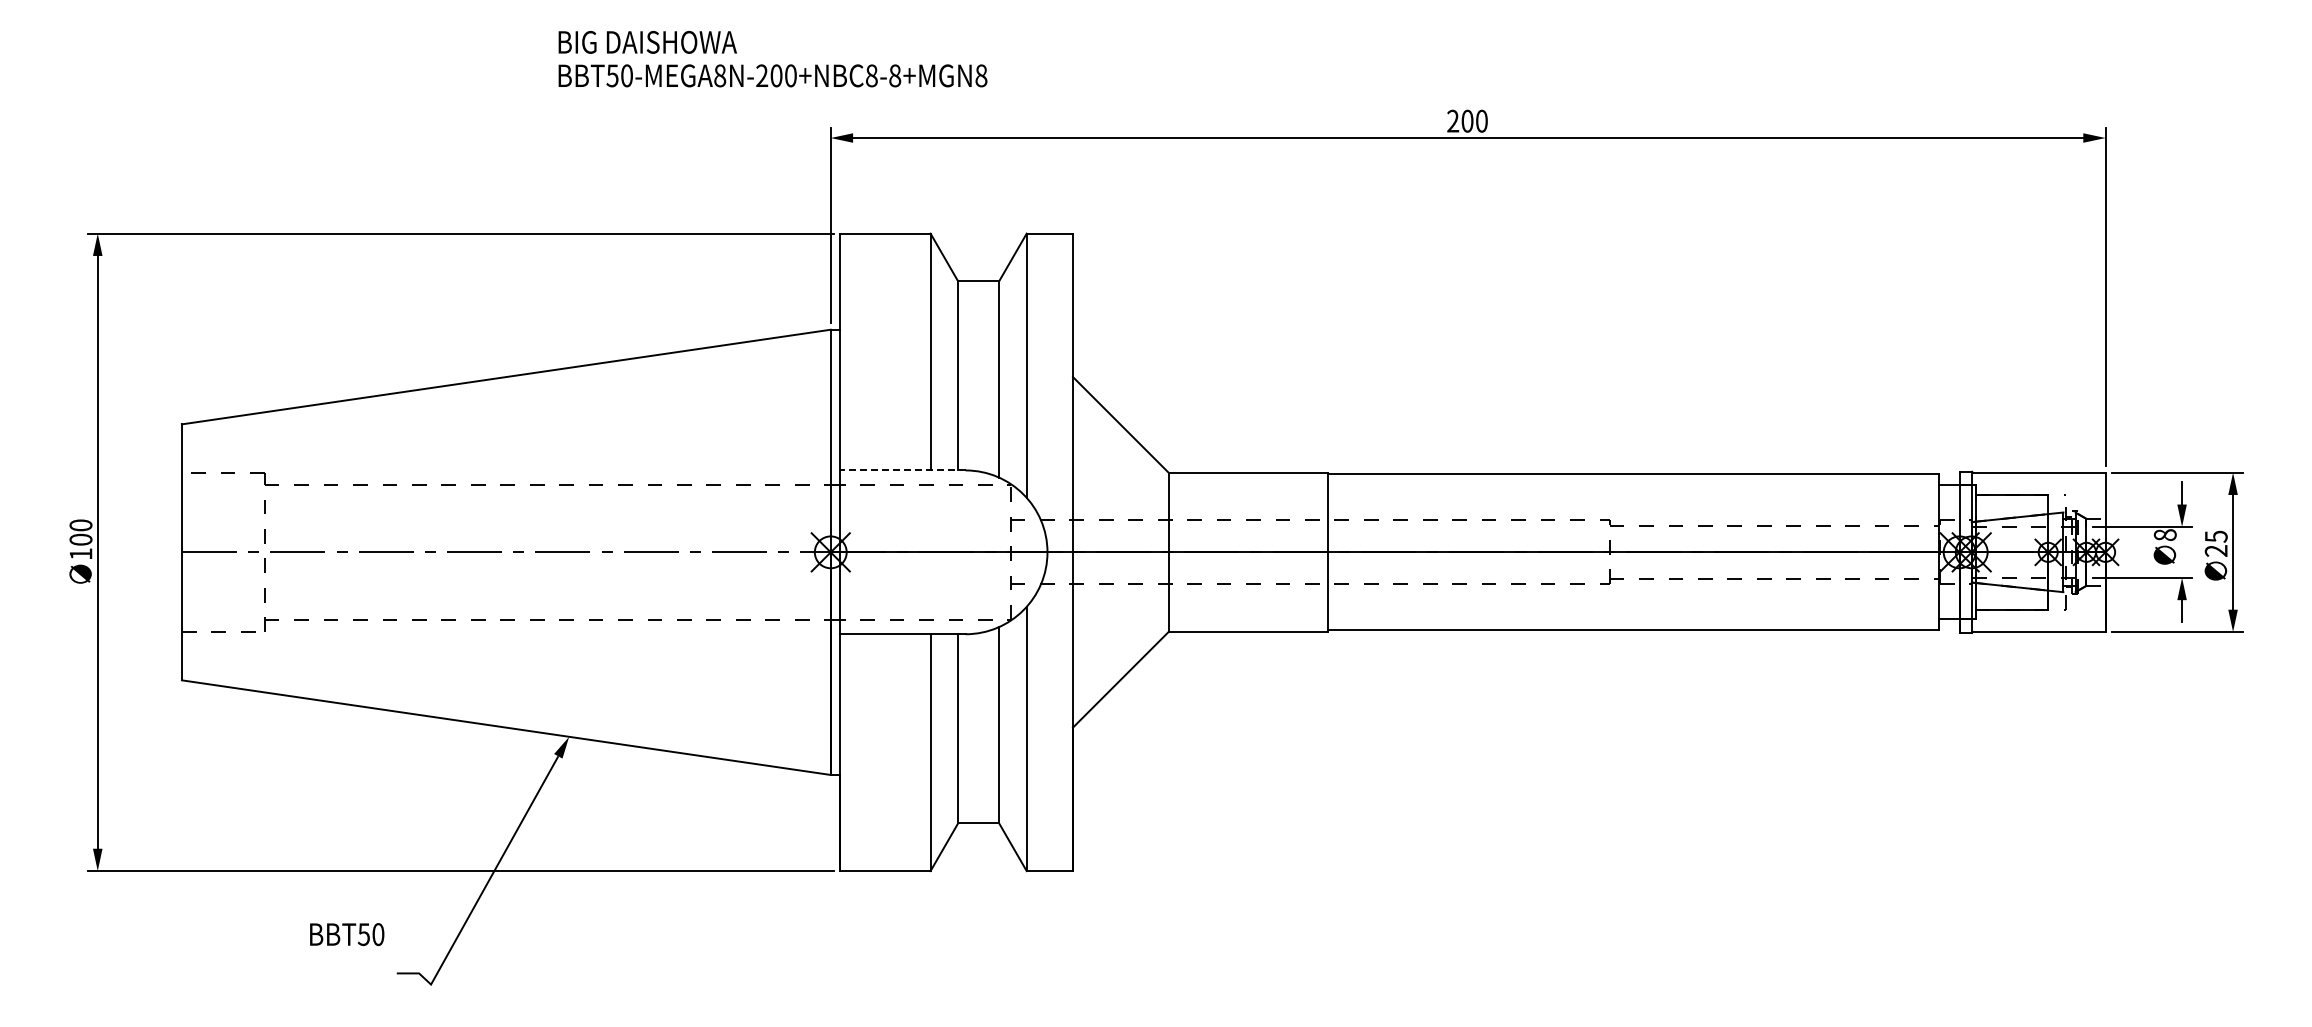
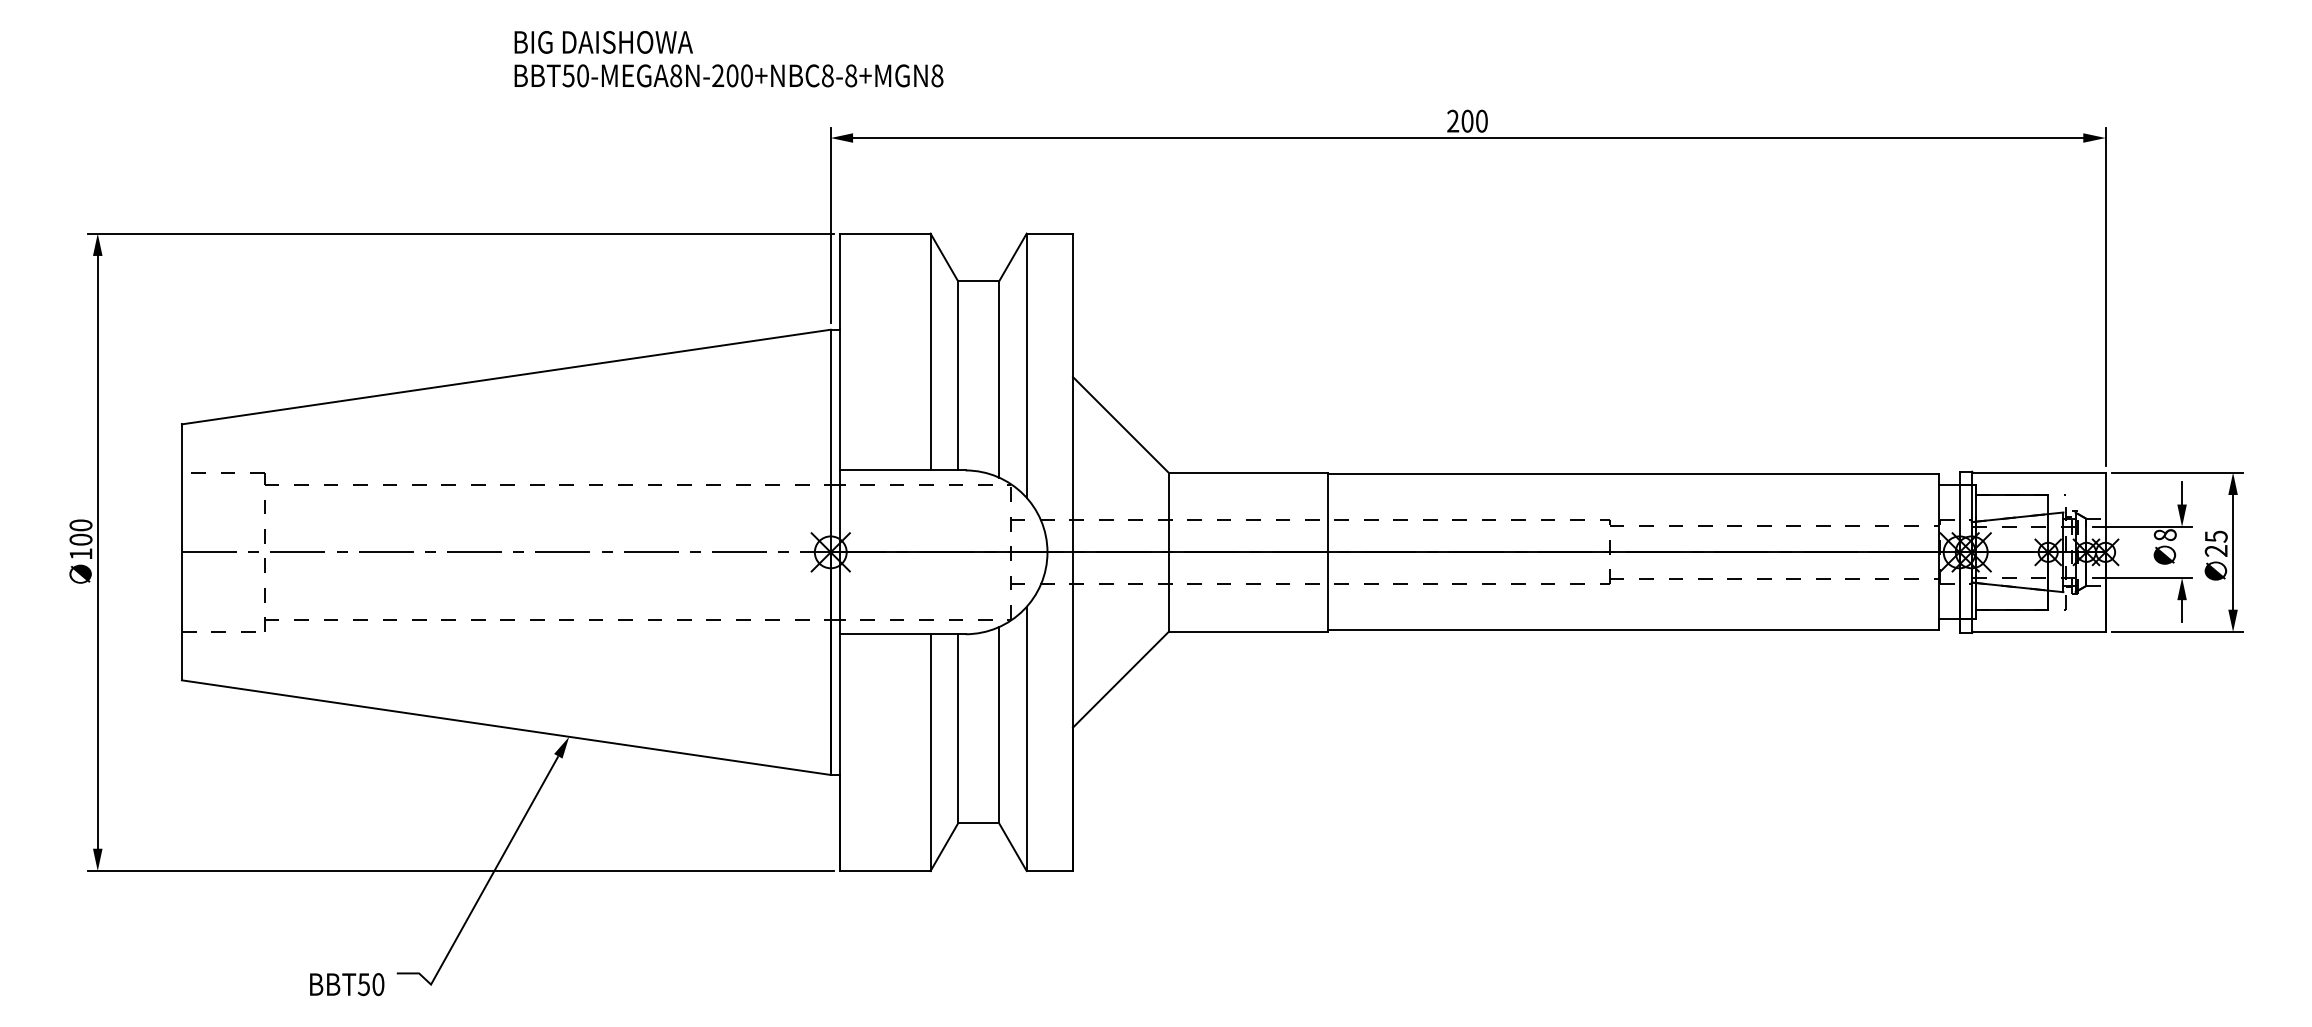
text at (772, 59) position: (772, 59) -> (728, 59)
line at (902, 470): dashed -> solid
text at (347, 934) position: (347, 934) -> (347, 984)
